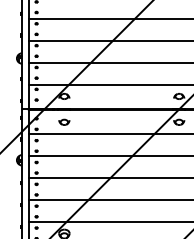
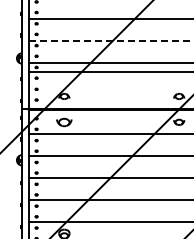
line at (111, 41): solid -> dashed
line at (109, 84) position: (109, 84) -> (109, 71)
part at (64, 121) size: 13x8 px -> 17x11 px
